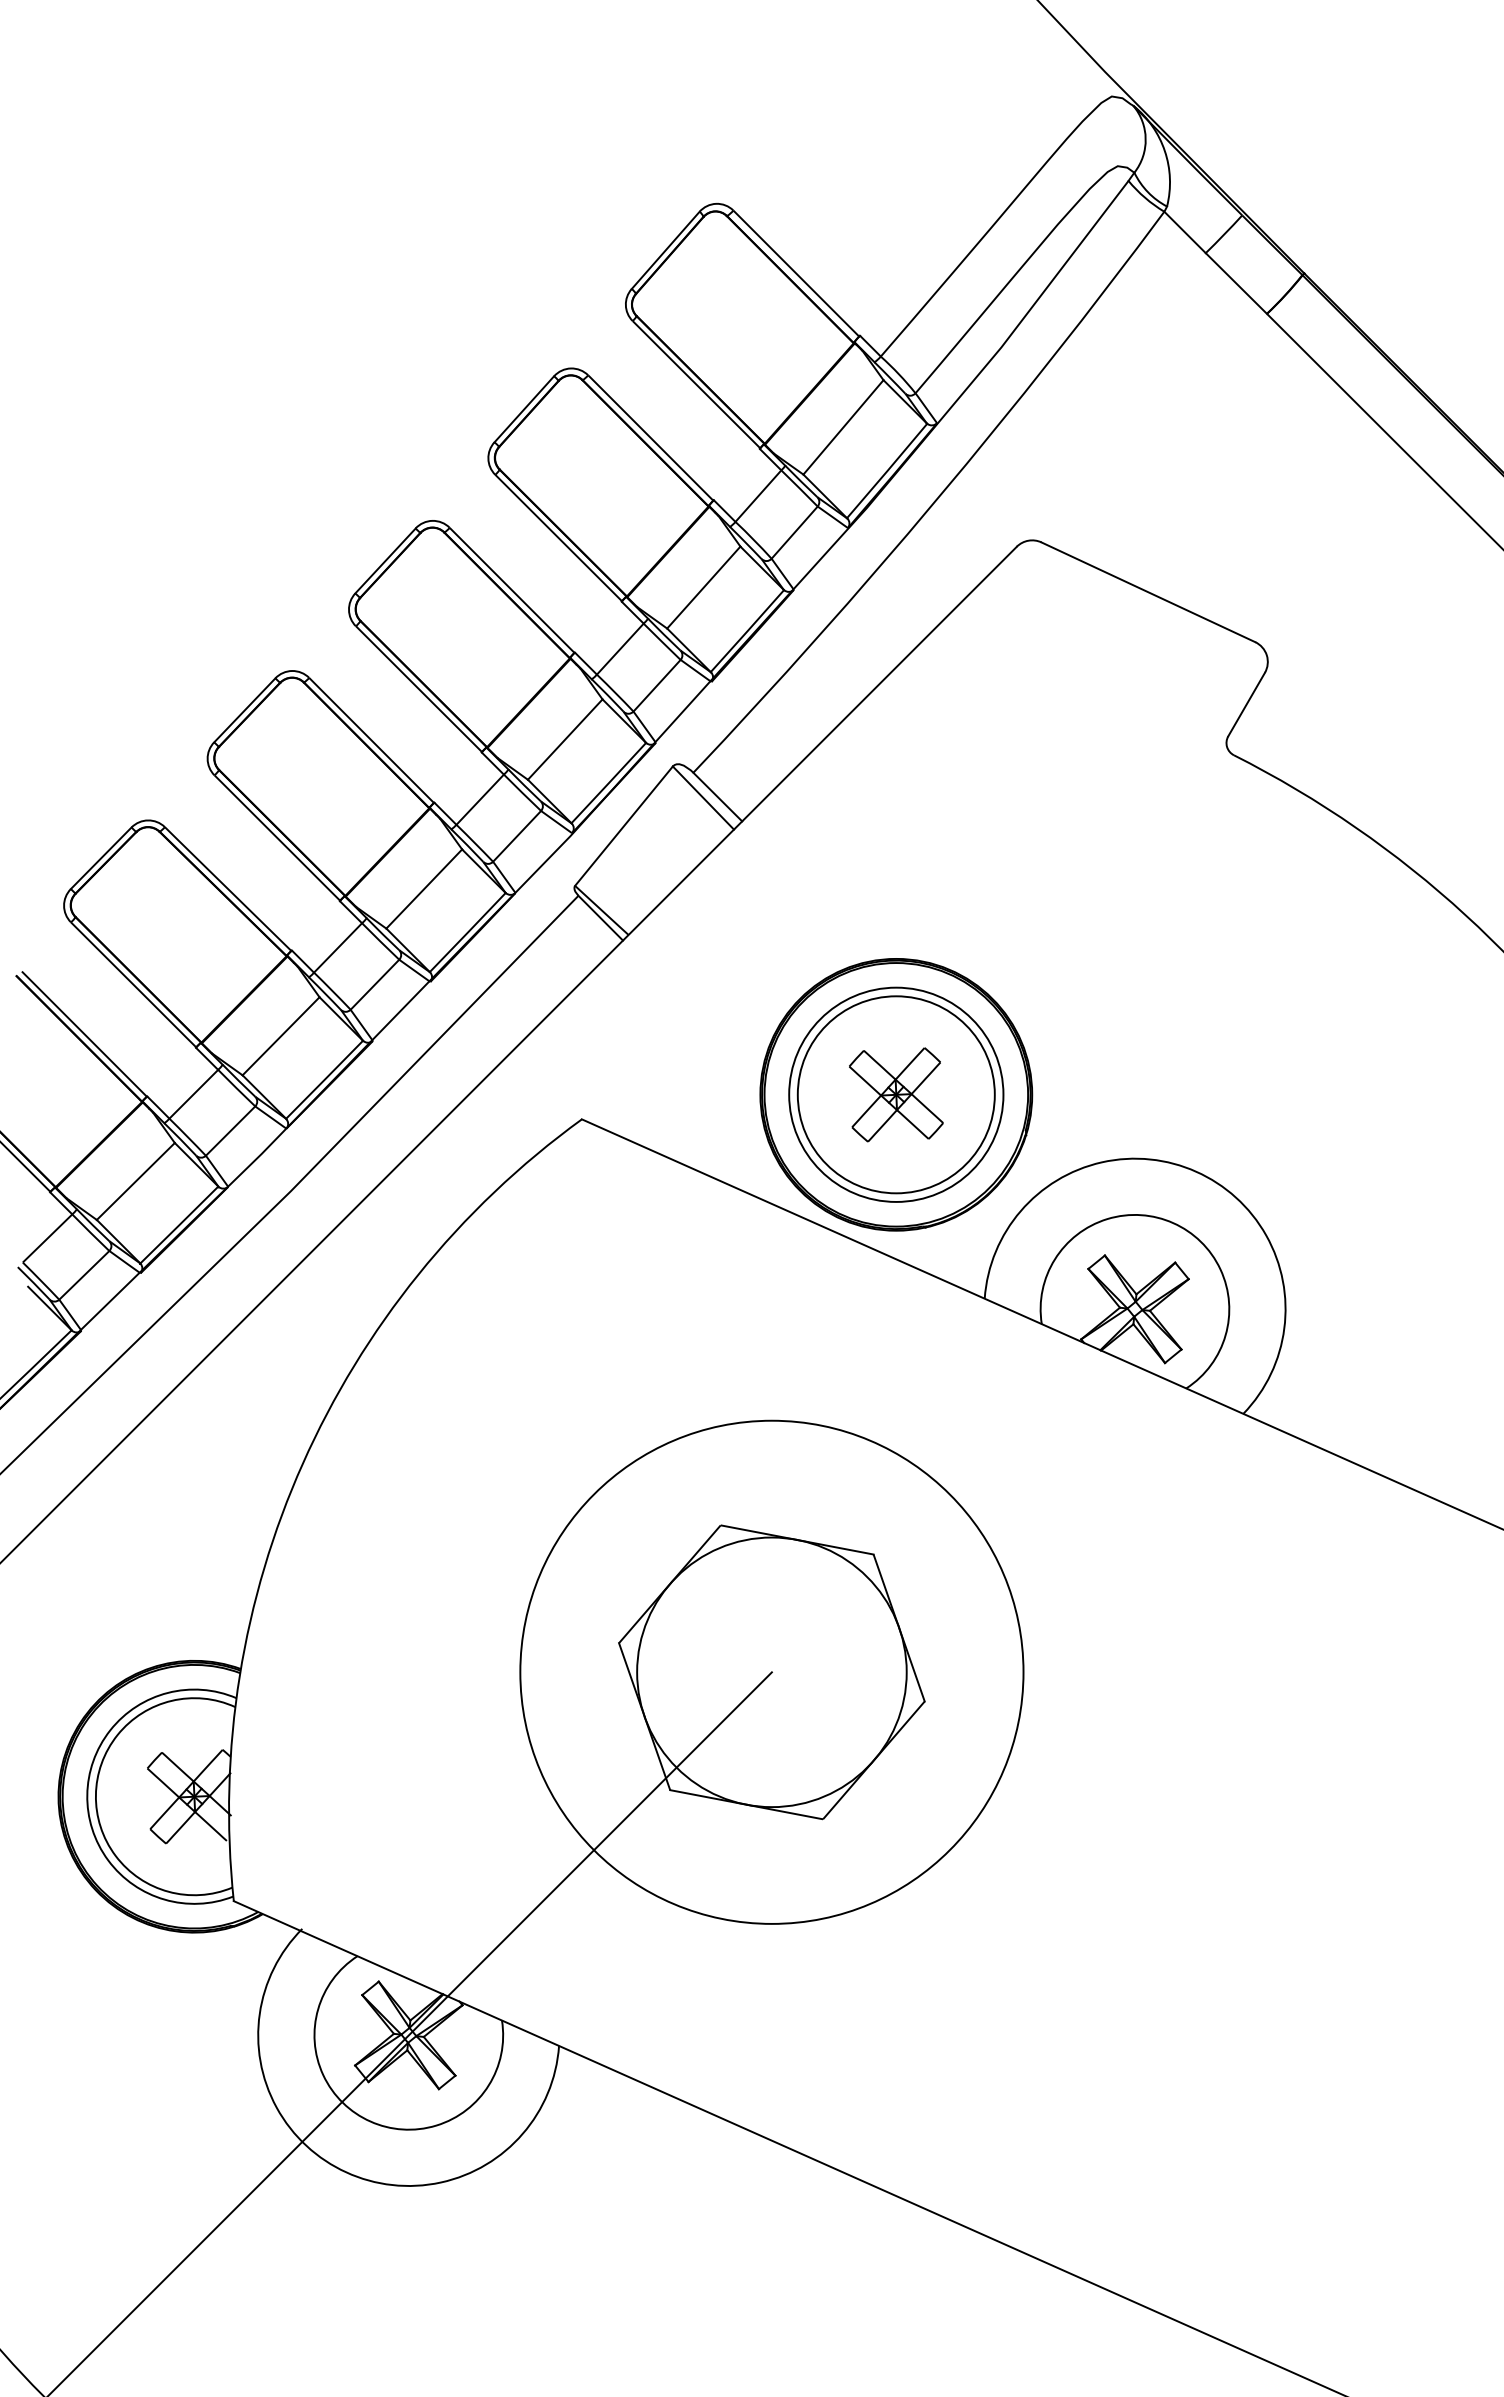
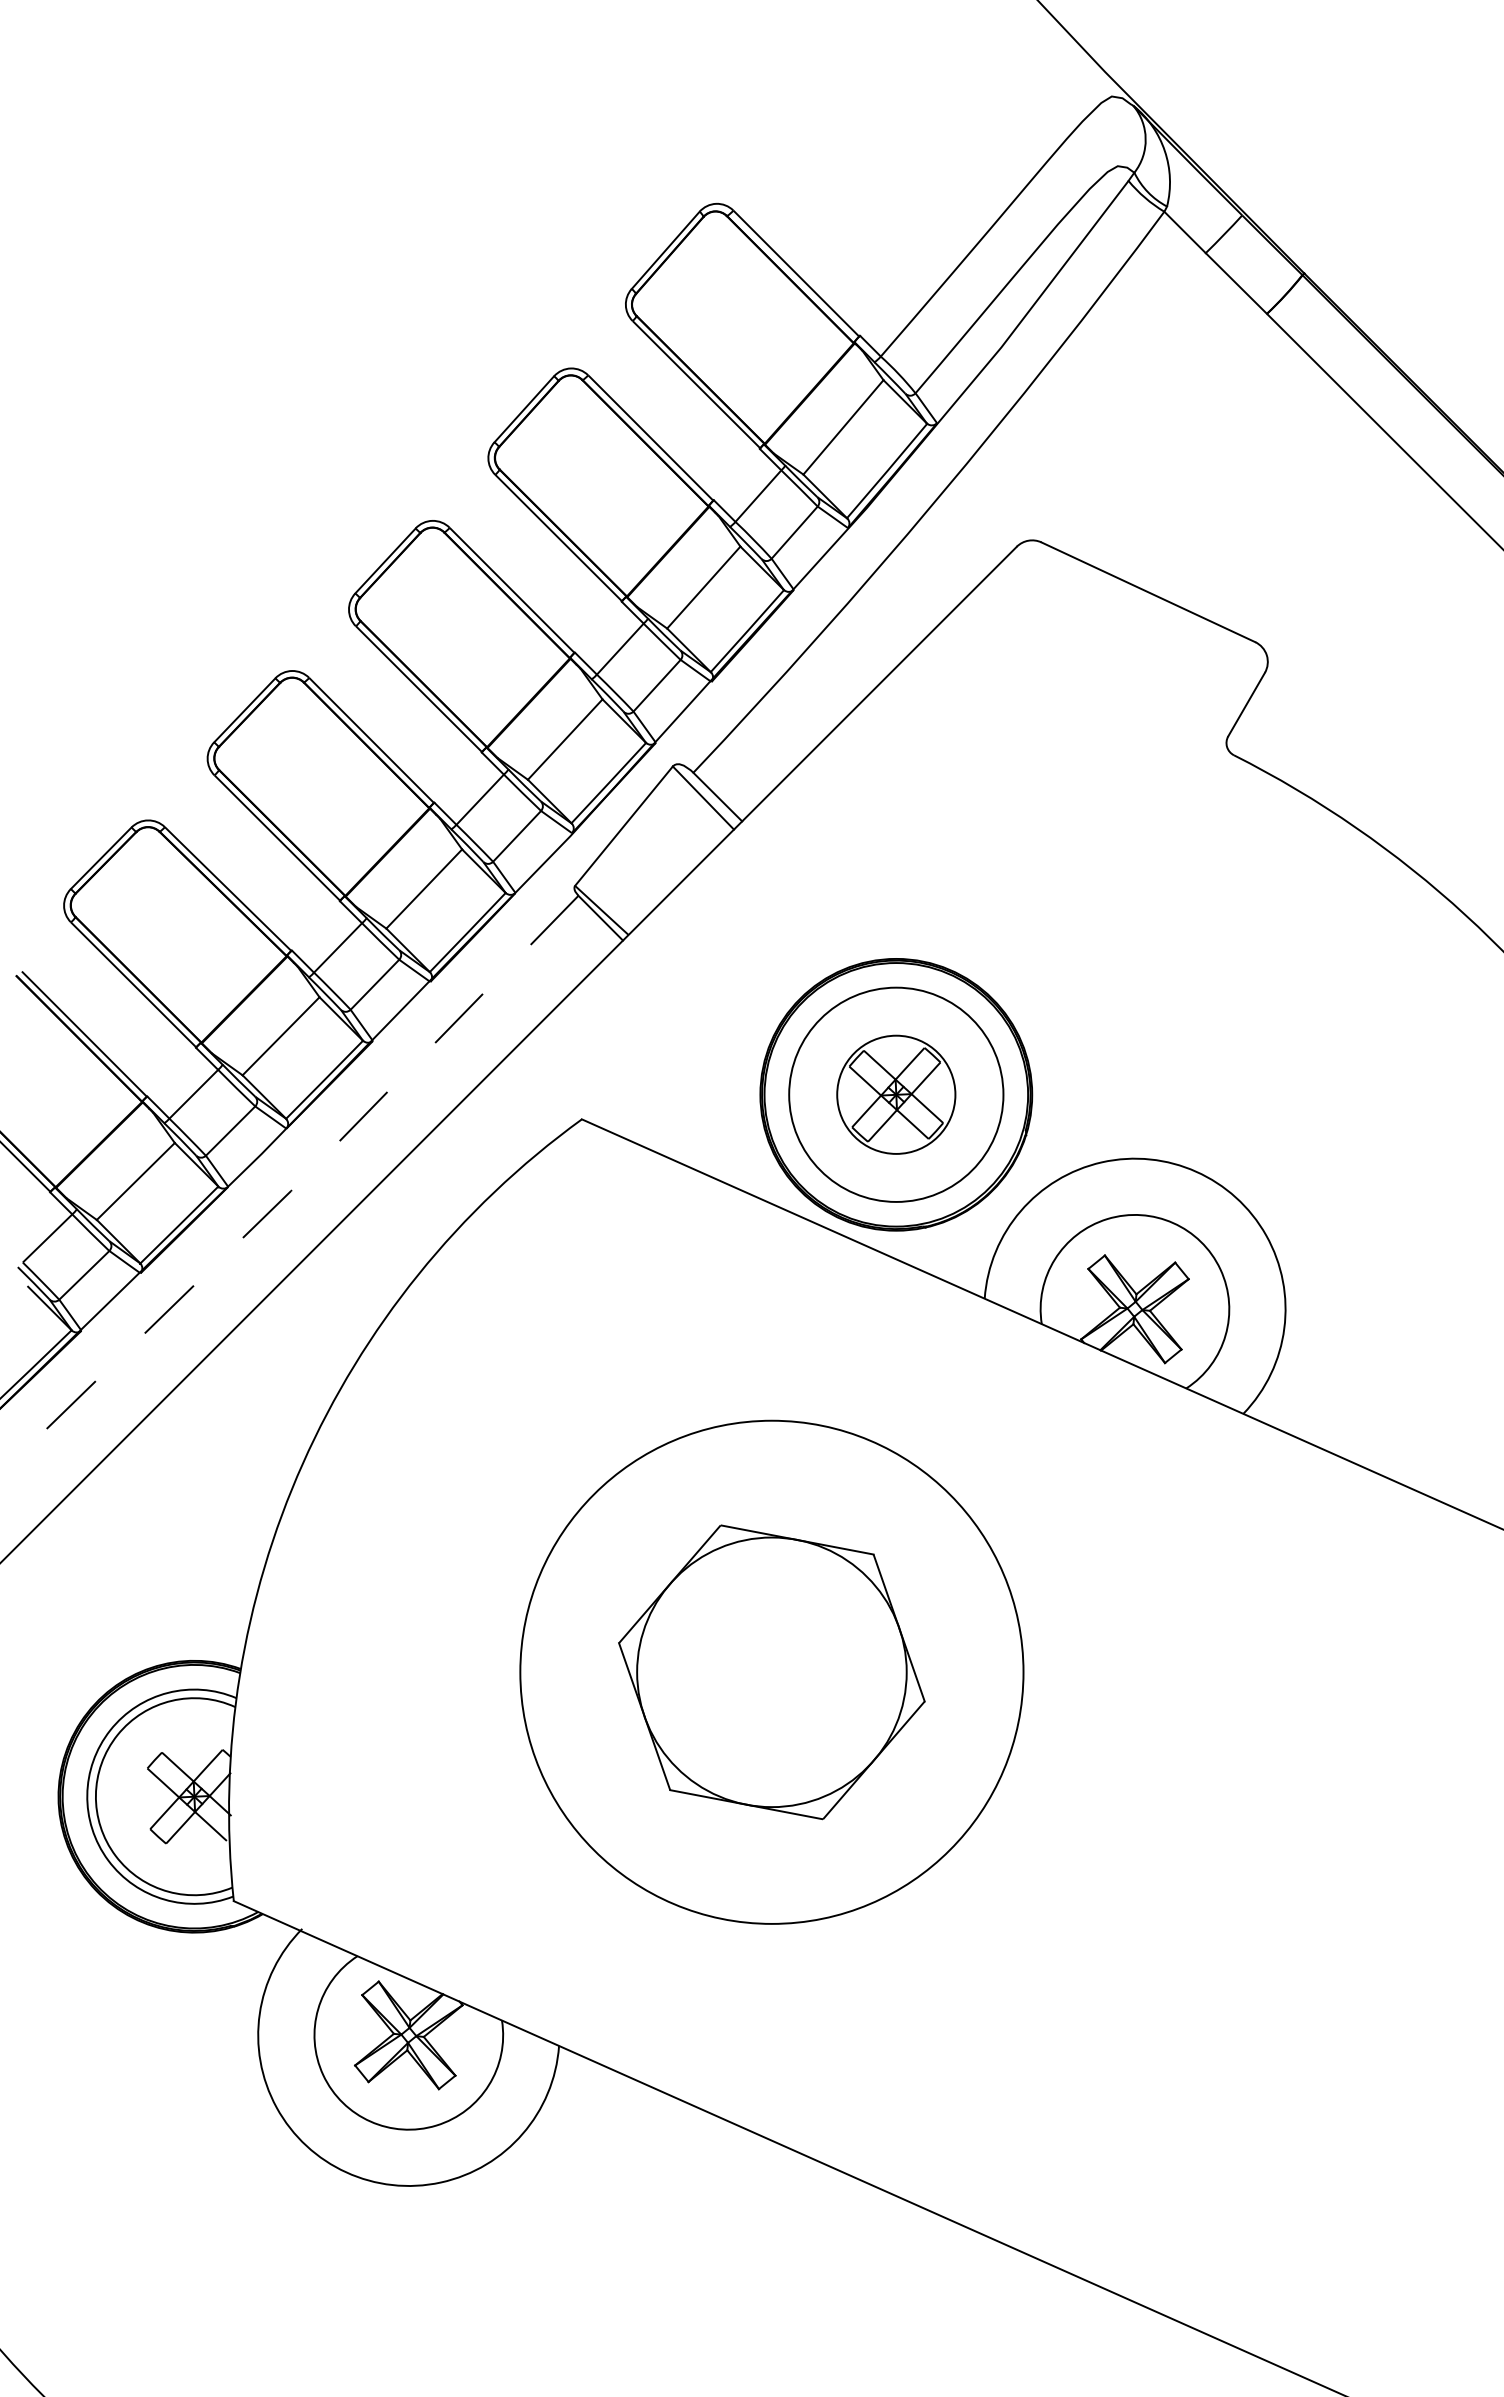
circle at (895, 1094) diameter: 197 px -> 118 px
line at (293, 1189): solid -> dashed
line at (410, 2032): present -> none
